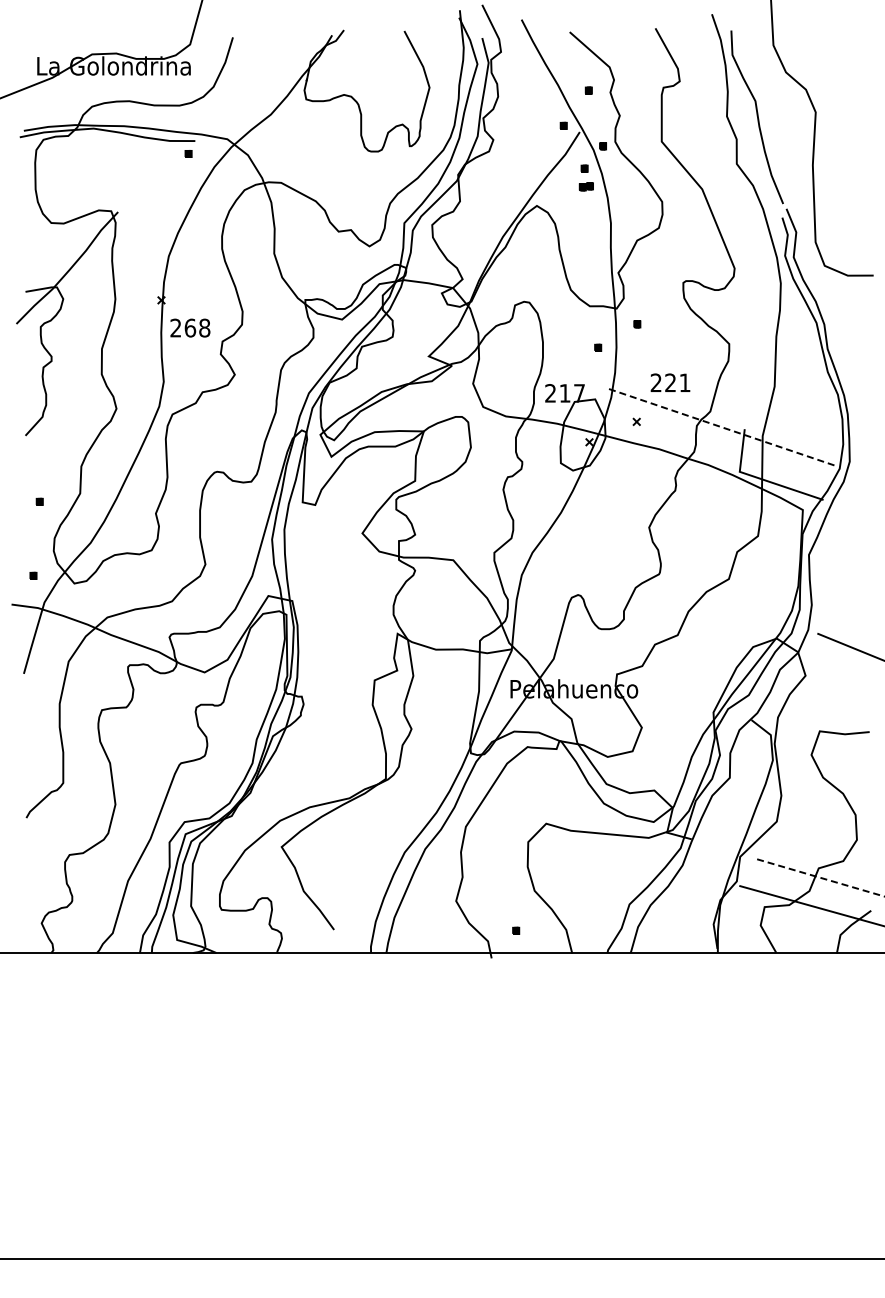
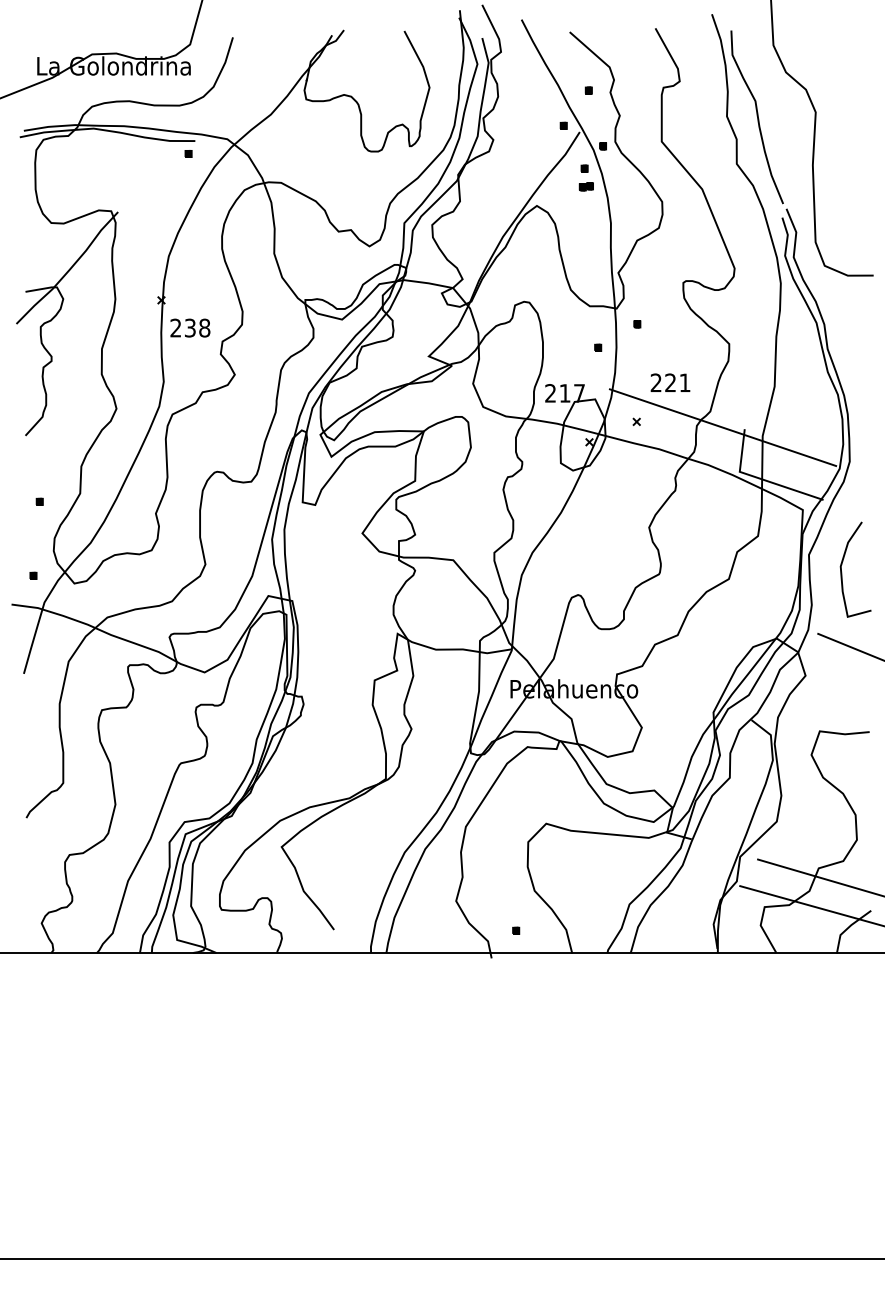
text at (190, 327): 268 -> 238
line at (723, 427): dashed -> solid
curve at (842, 572): none -> present
line at (821, 878): dashed -> solid
